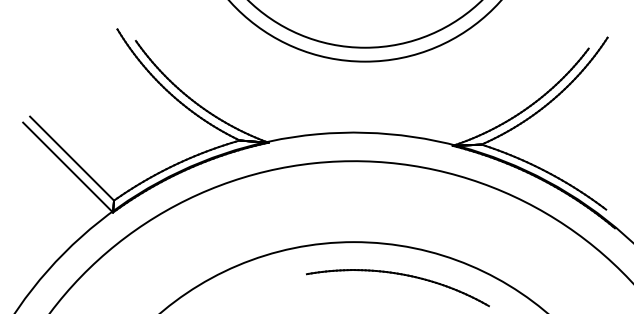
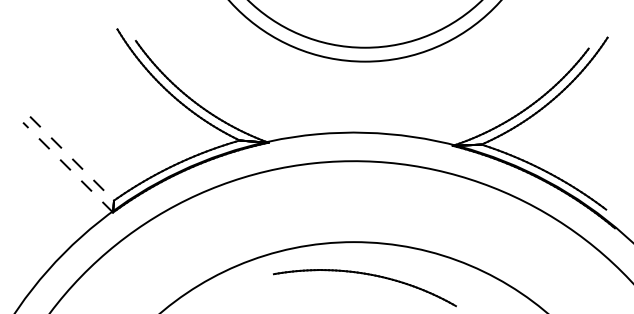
line at (72, 158): solid -> dashed
line at (68, 167): solid -> dashed
part at (400, 275) position: (400, 275) -> (367, 275)
